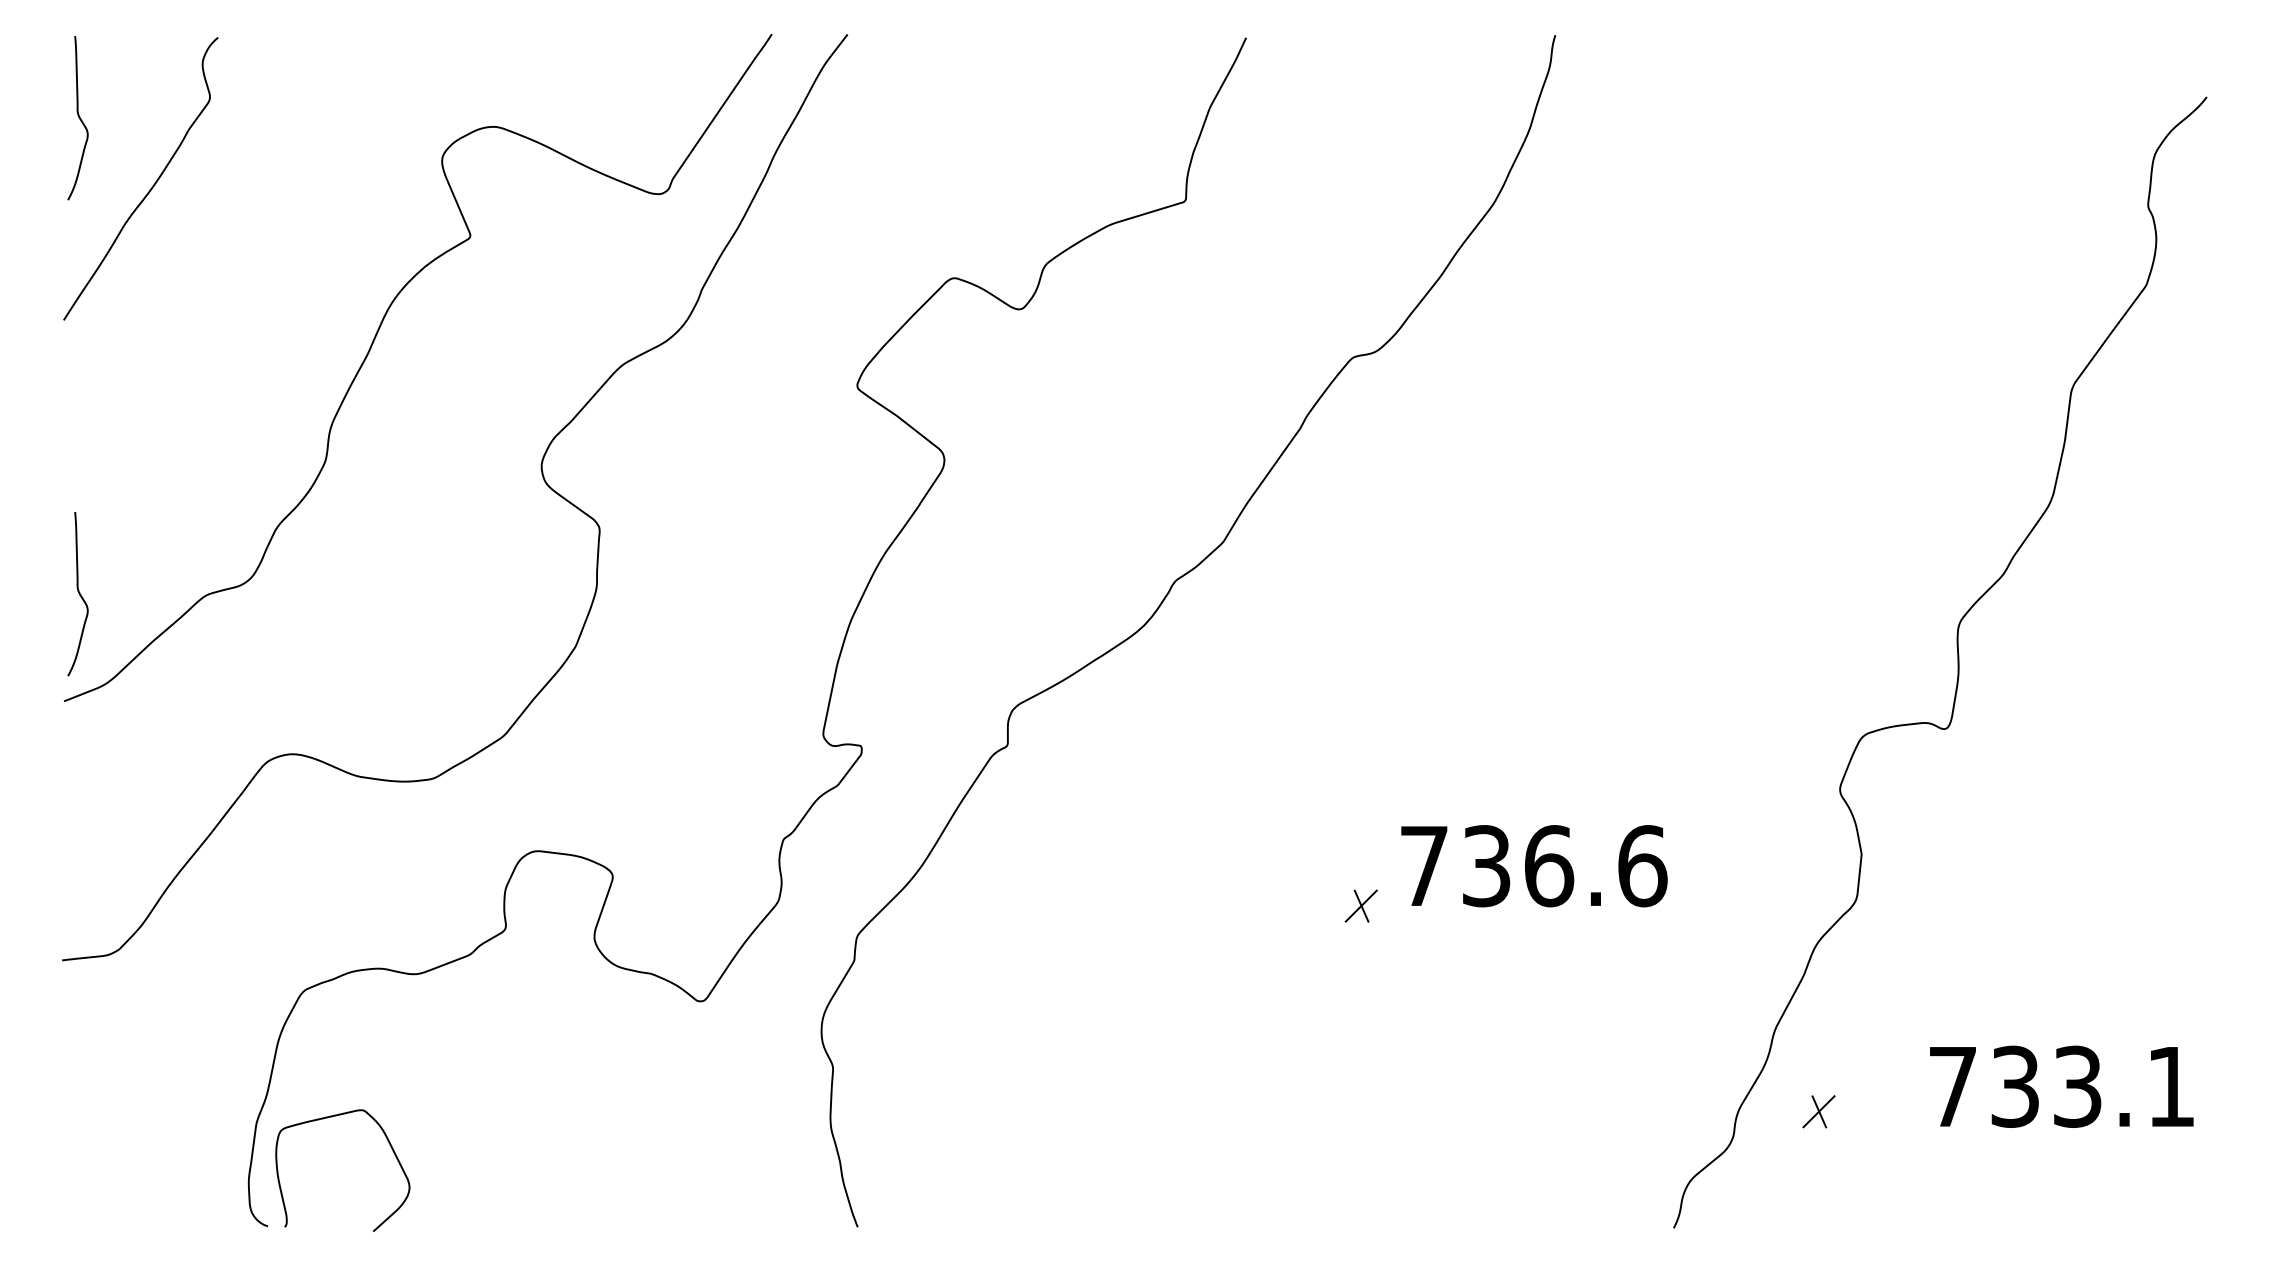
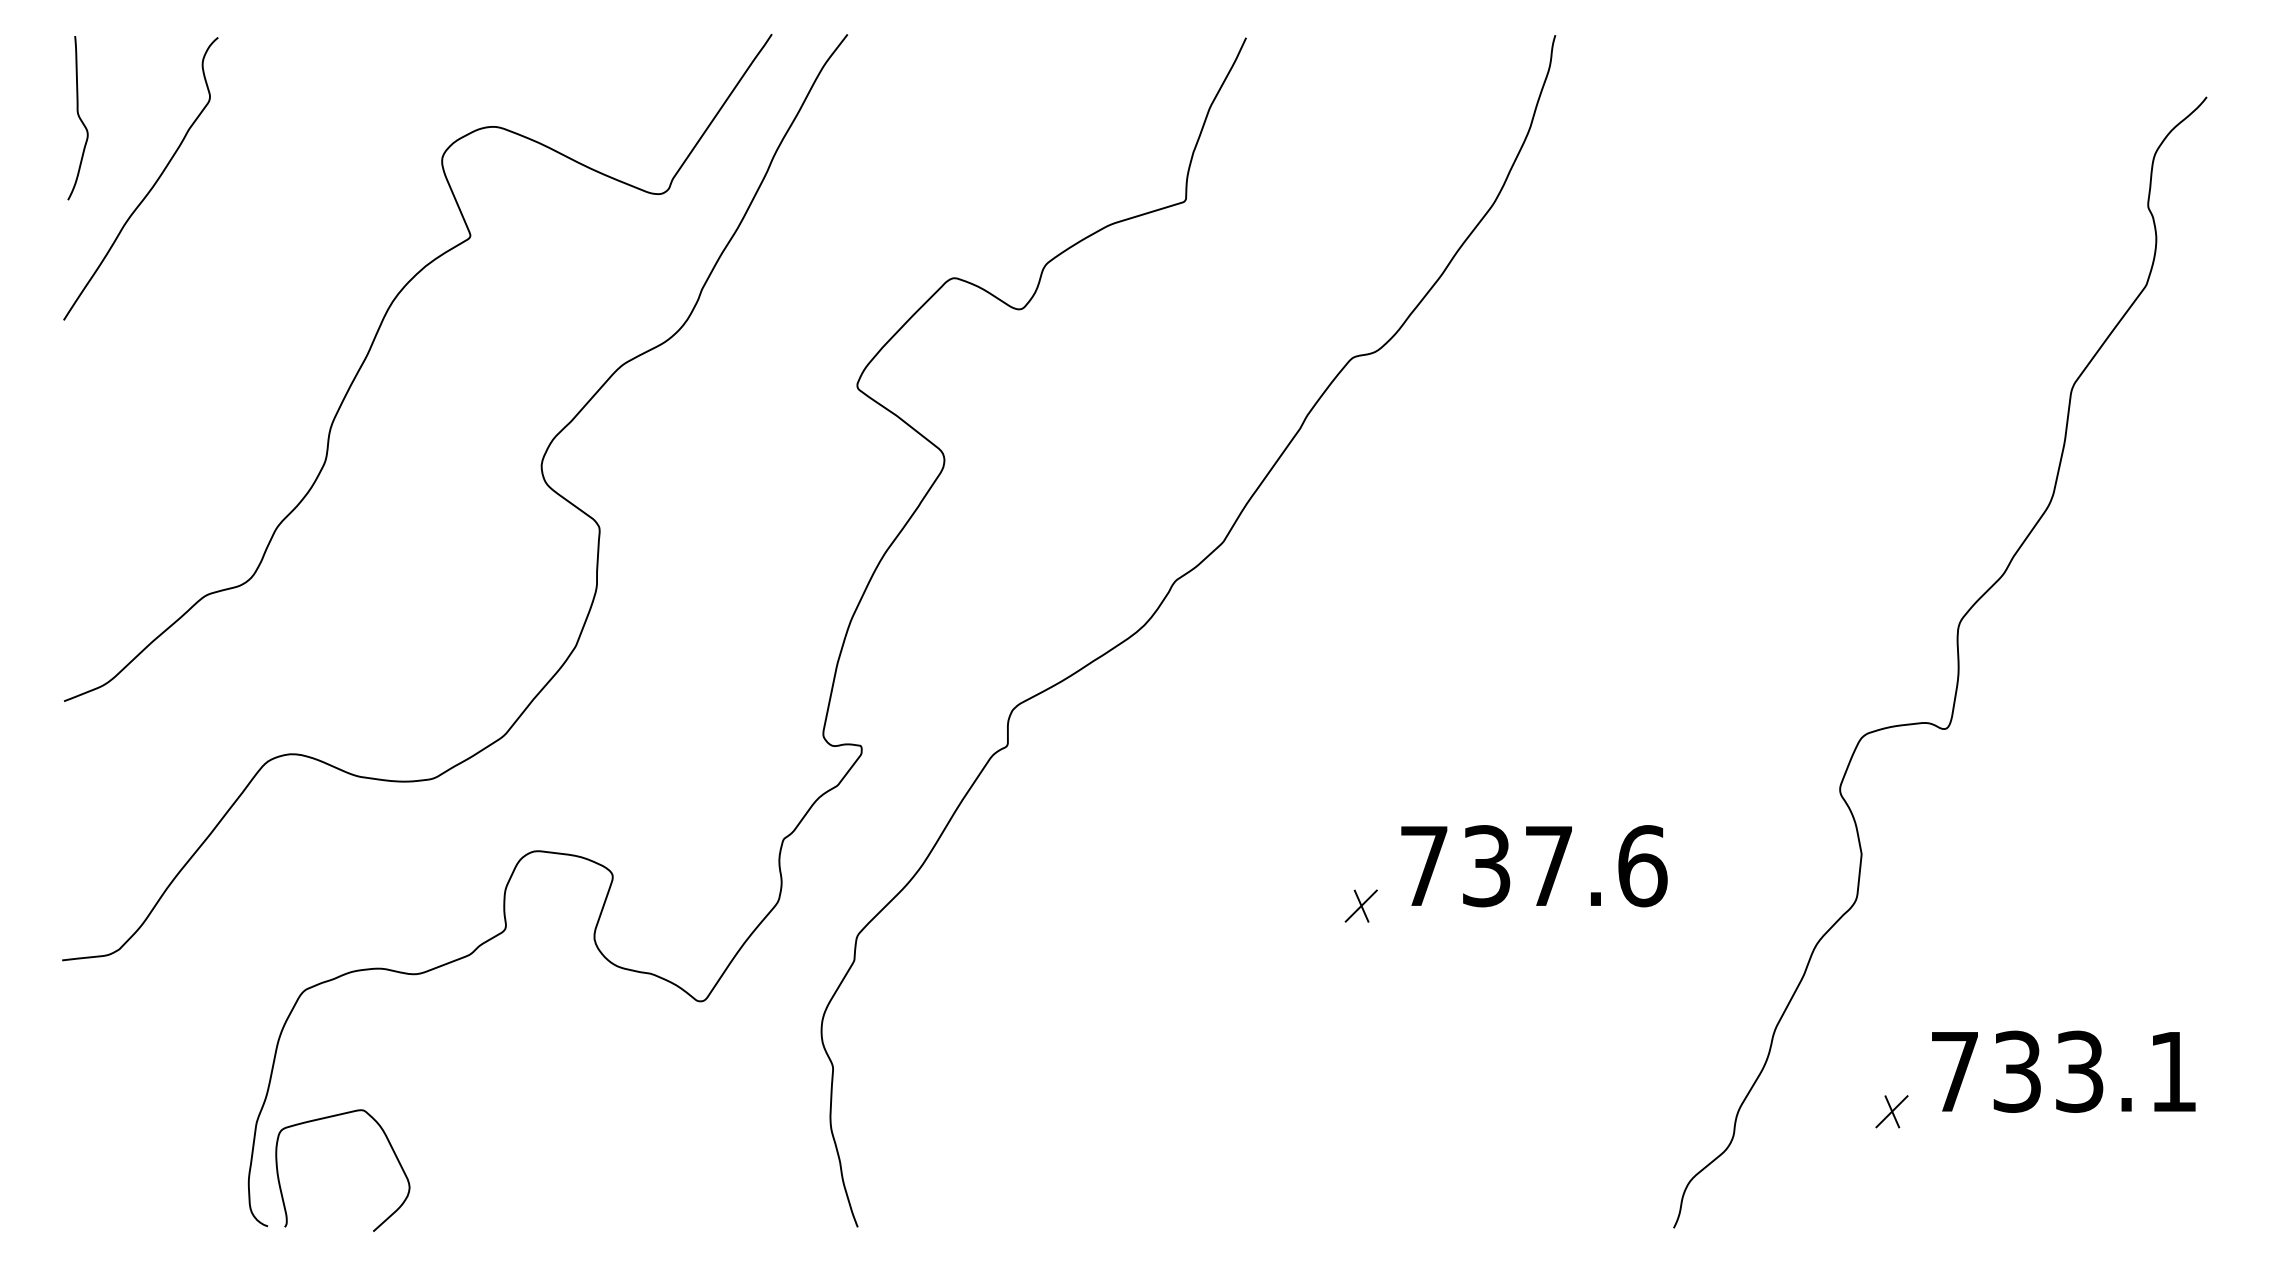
curve at (78, 593): present -> none
text at (1549, 866): 736.6 -> 737.6
text at (2061, 1086) position: (2061, 1086) -> (2063, 1071)
part at (1818, 1111) position: (1818, 1111) -> (1891, 1111)
